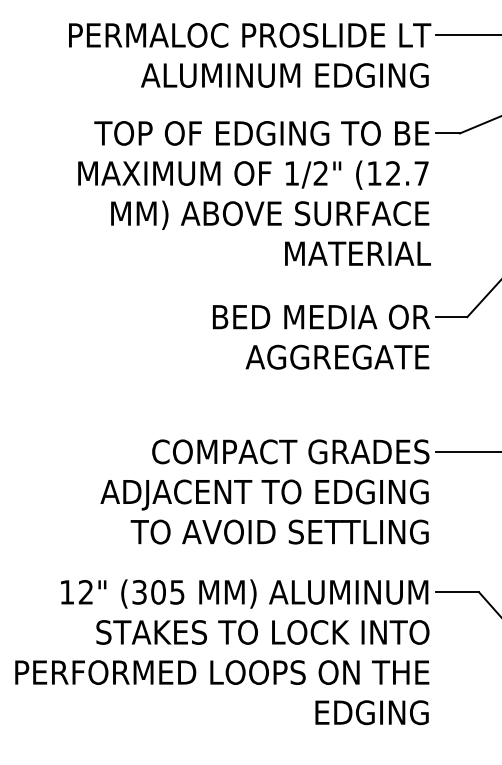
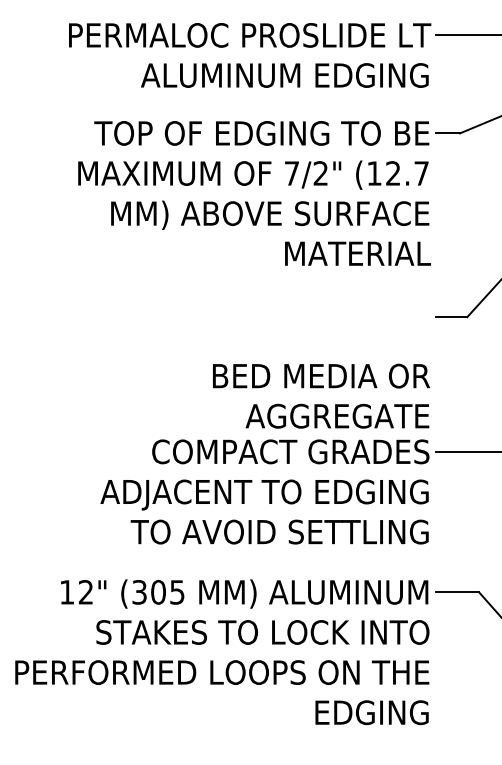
text at (291, 173): 1/2" -> 7/2"
text at (321, 336) position: (321, 336) -> (321, 395)
